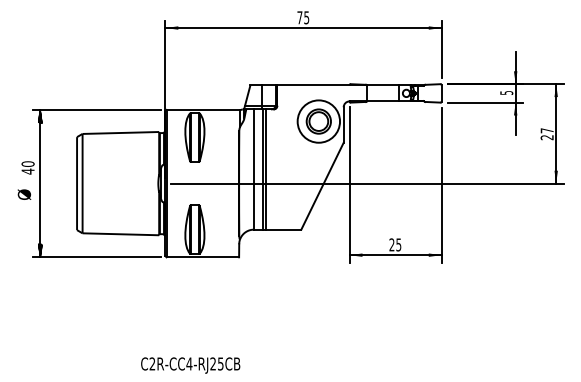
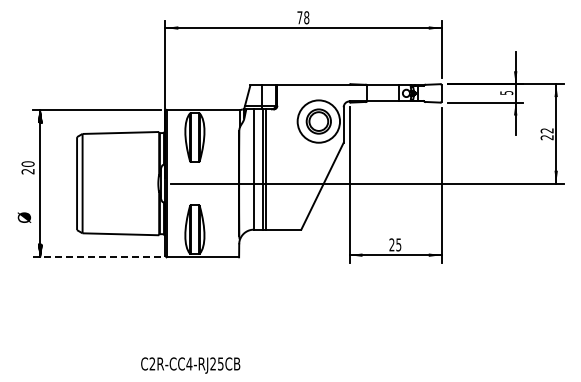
text at (306, 17): 75 -> 78
text at (546, 130): 27 -> 22
text at (27, 171): 40 -> 20
text at (24, 194) position: (24, 194) -> (24, 217)
line at (96, 257): solid -> dashed
